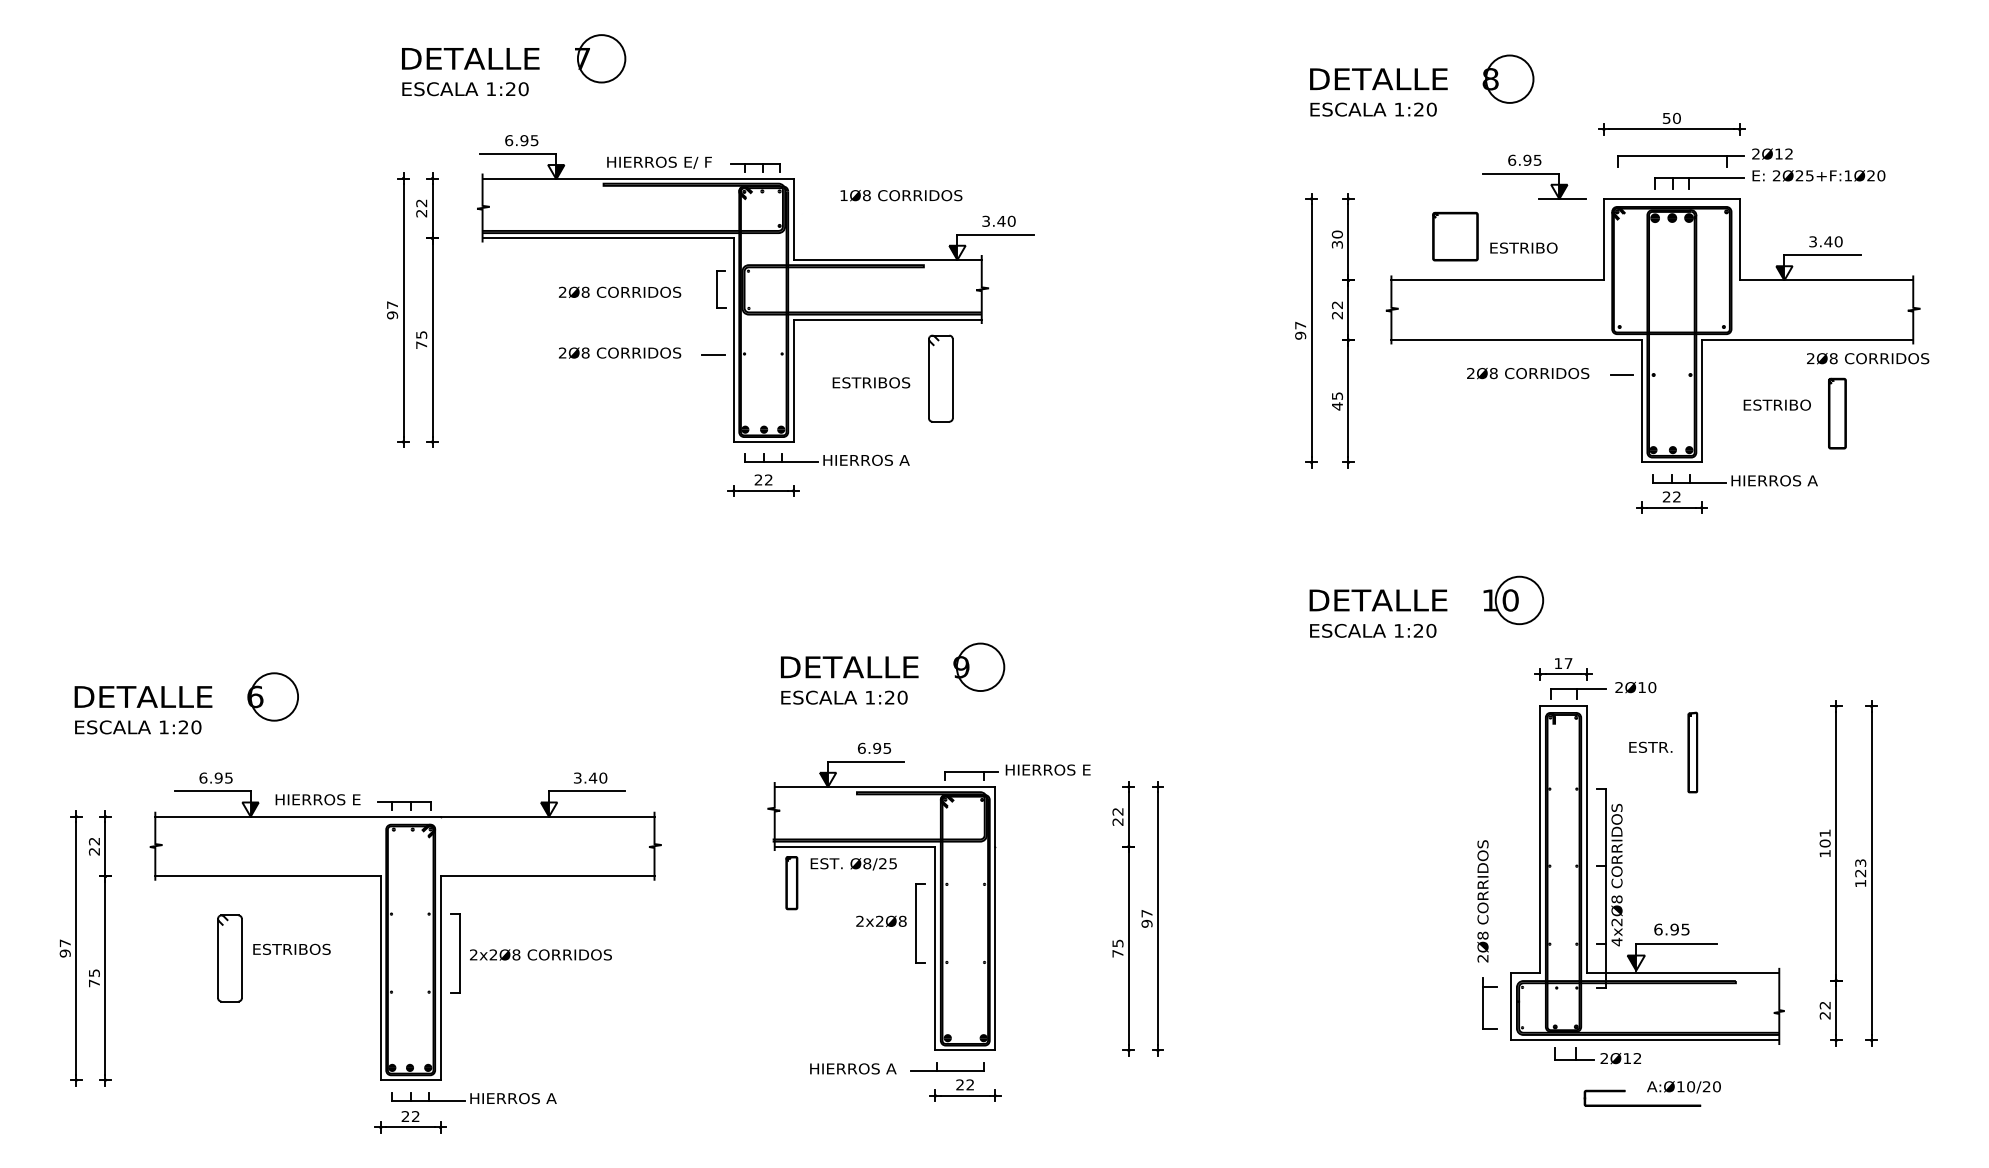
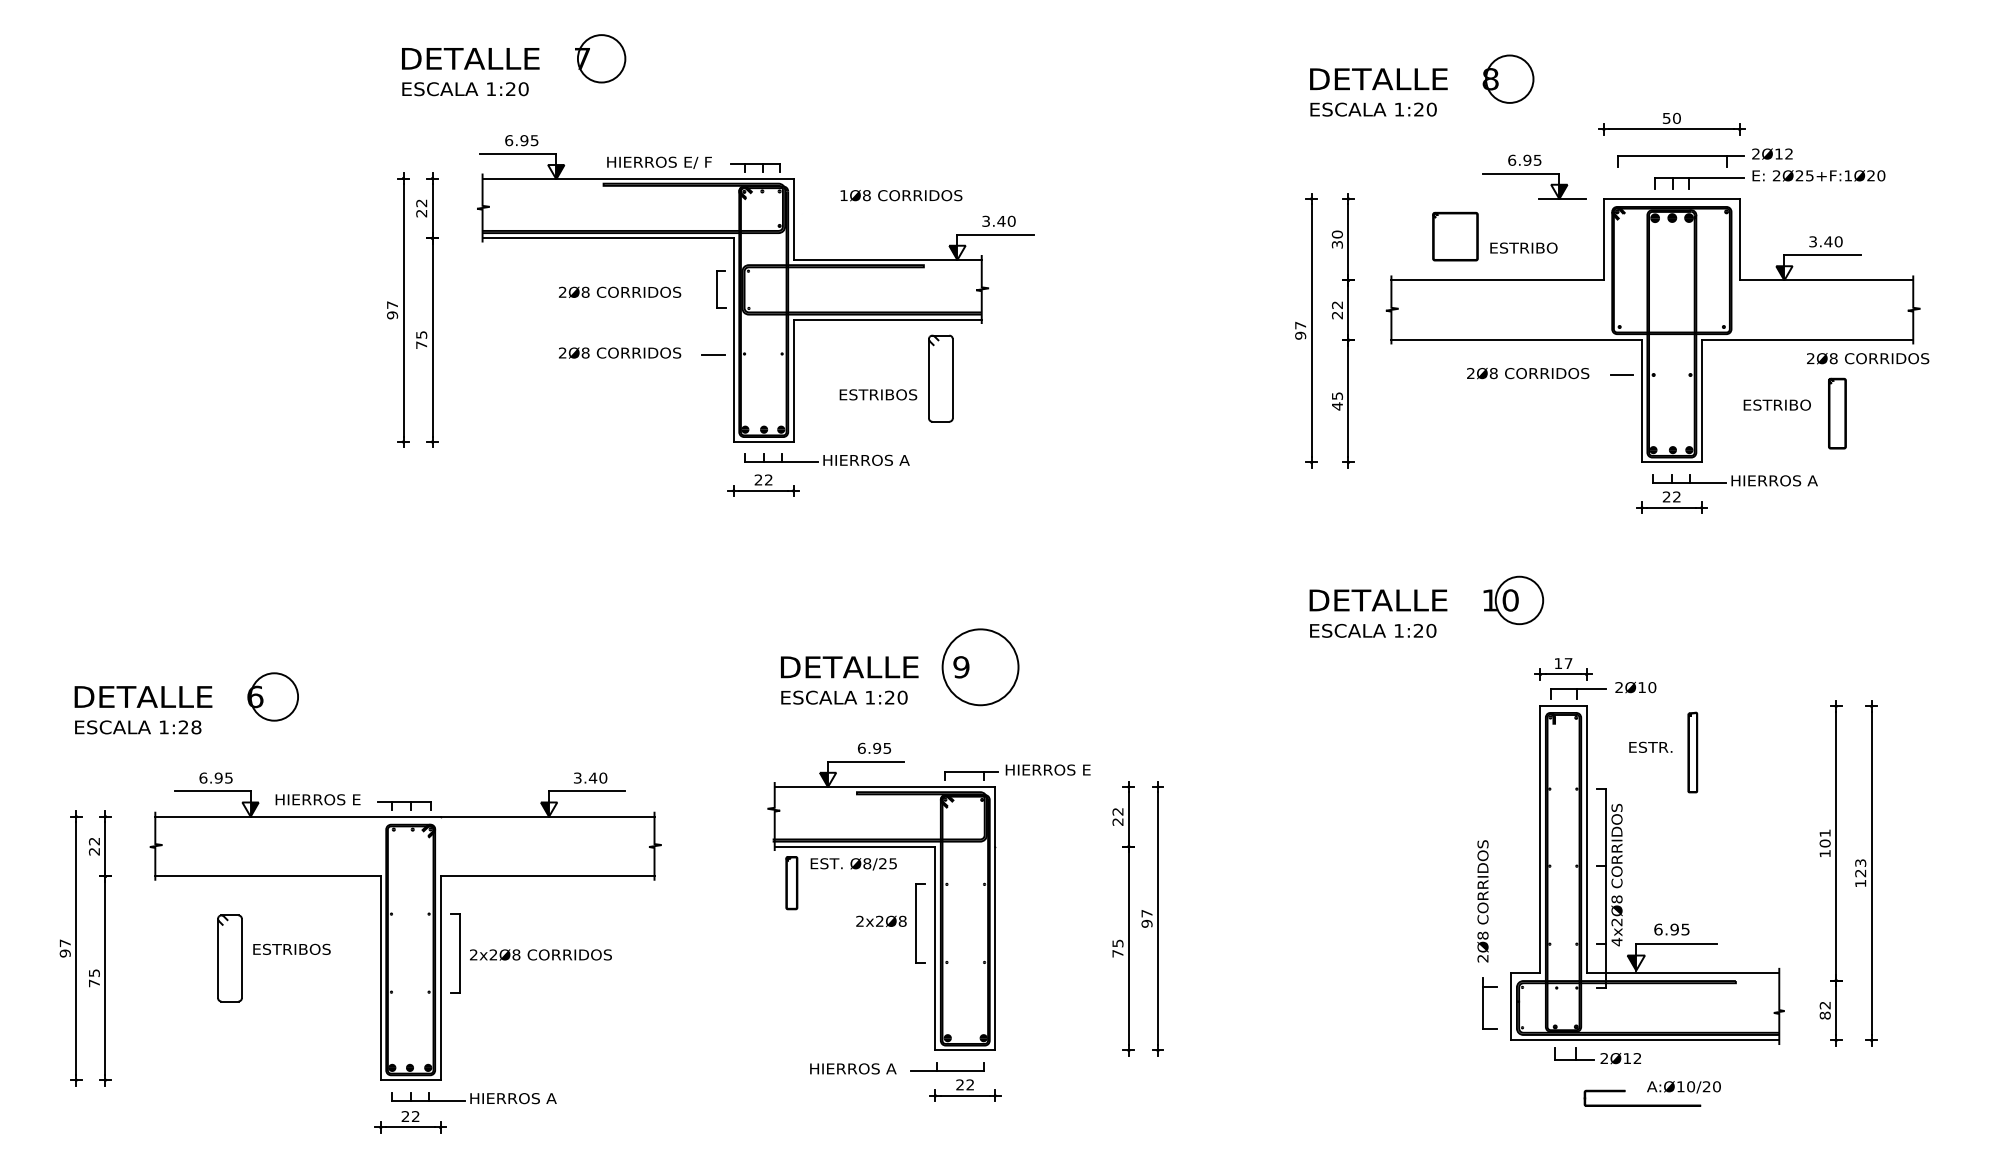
text at (871, 382) position: (871, 382) -> (878, 394)
circle at (980, 667) diameter: 47 px -> 76 px
text at (196, 727): 1:20 -> 1:28
text at (1824, 1015): 22 -> 82
